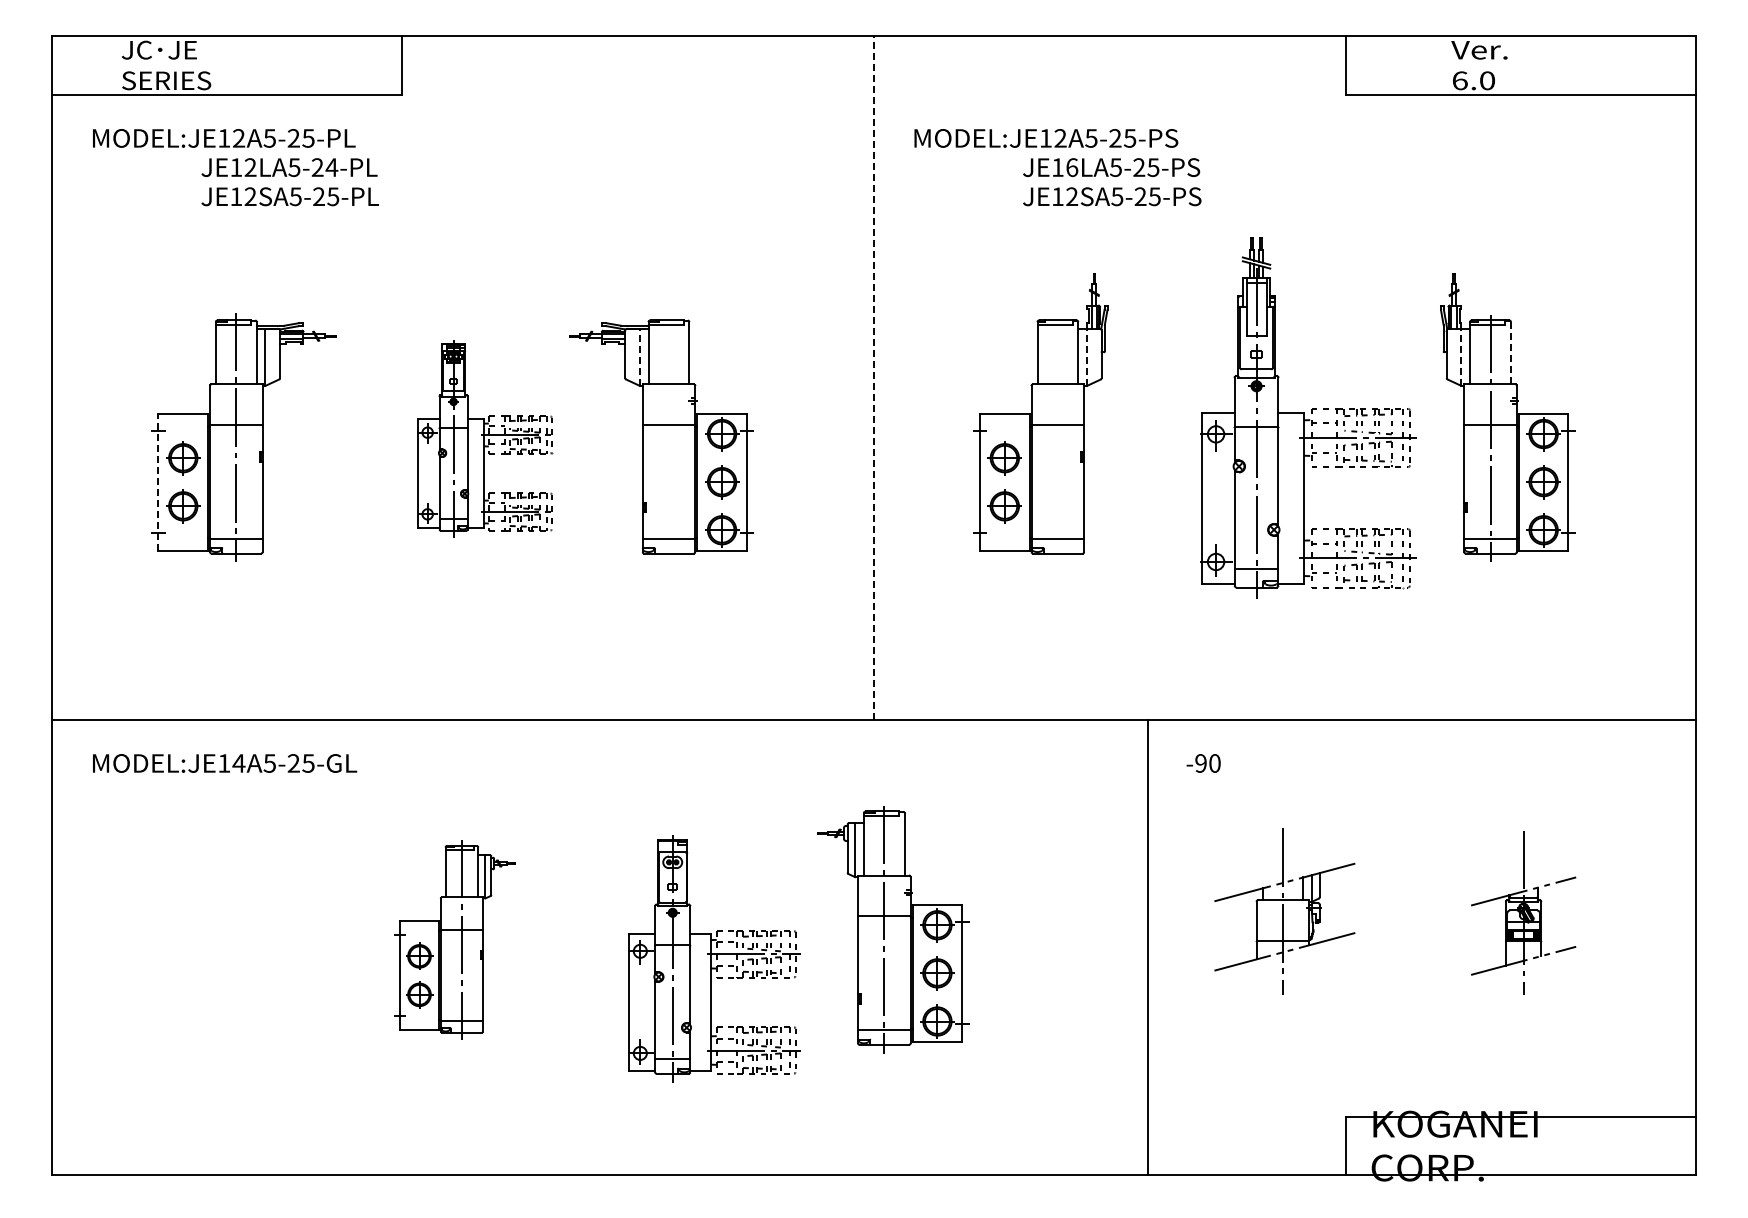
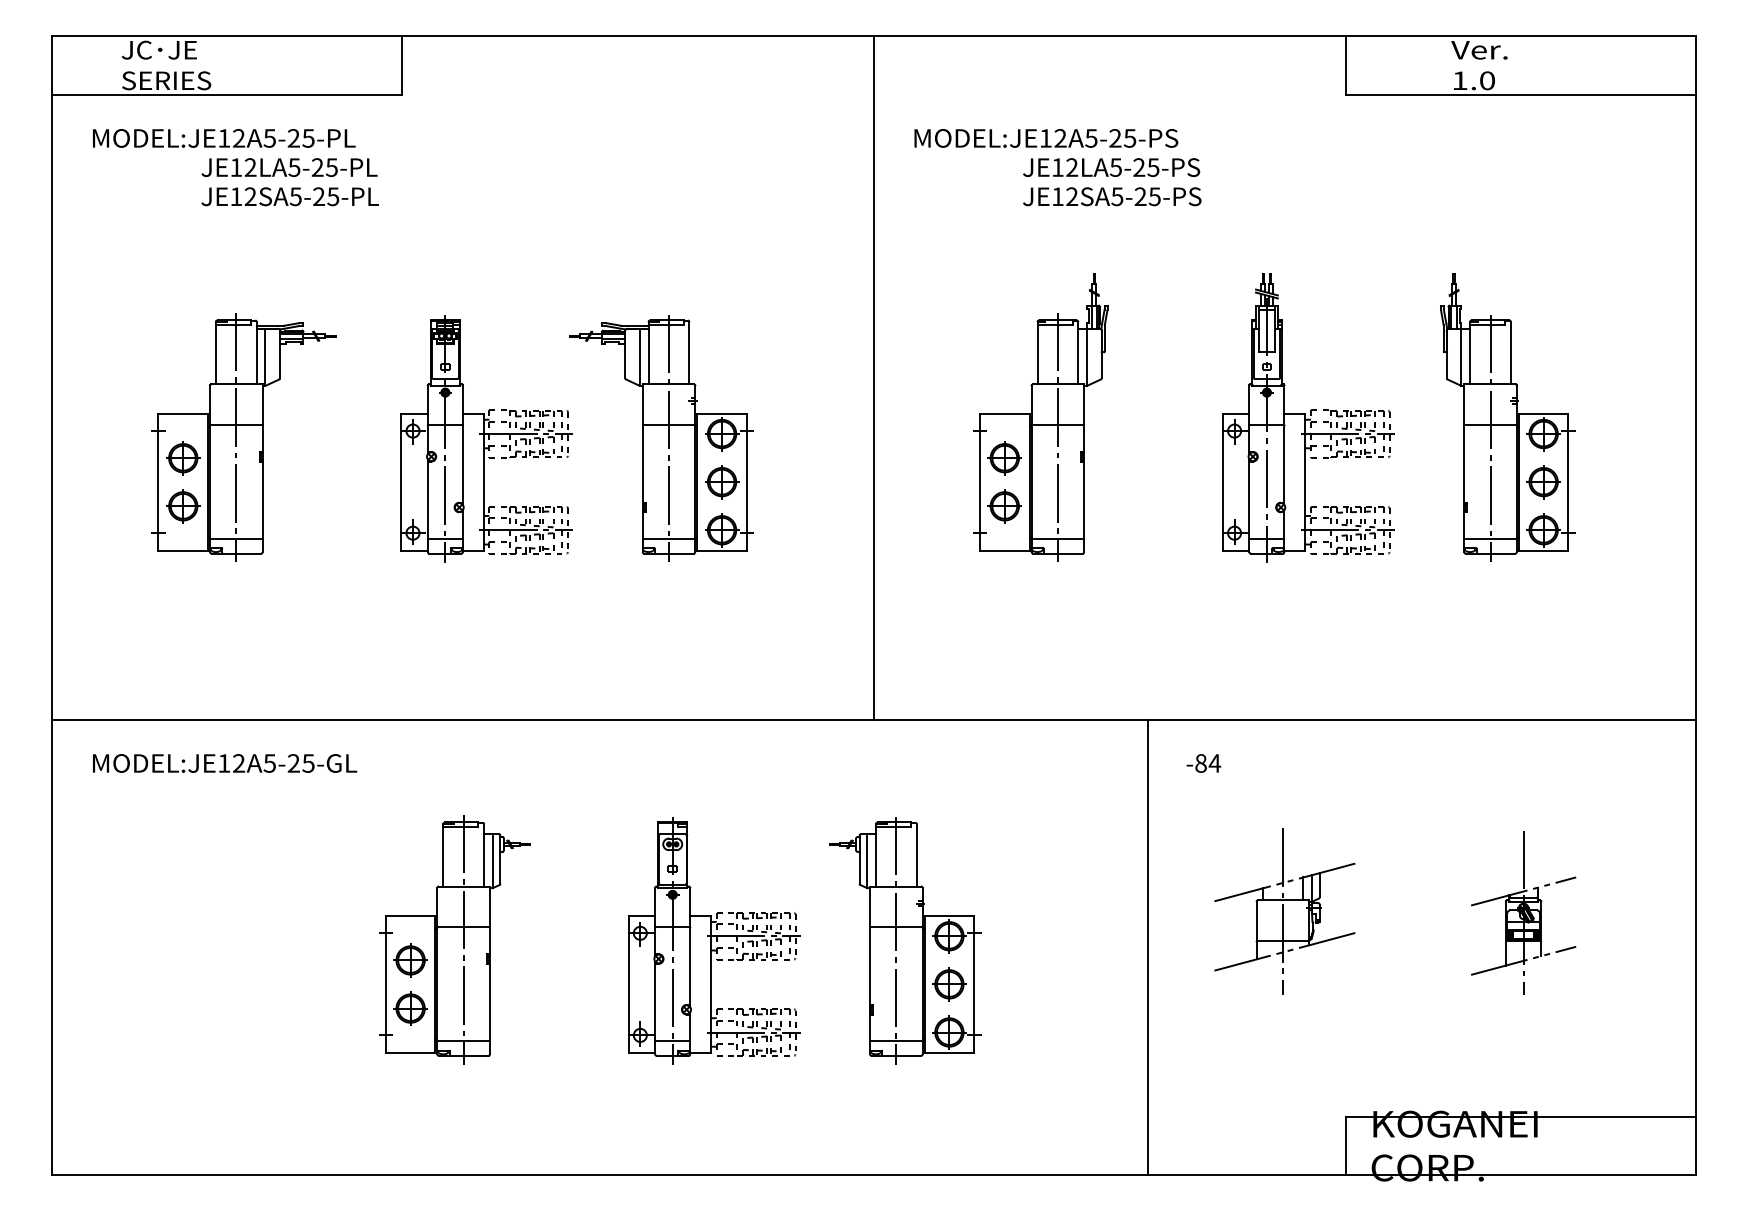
text at (1460, 80): 6.0 -> 1.0
text at (331, 167): JE12LA5-24-PL -> JE12LA5-25-PL
text at (1072, 167): JE16LA5-25-PS -> JE12LA5-25-PS
line at (1510, 353): dashed -> solid
line at (640, 356): dashed -> solid
line at (1087, 356): dashed -> solid
line at (1461, 356): dashed -> solid
line at (873, 378): dashed -> solid
part at (1308, 417) size: 217x362 px -> 173x290 px
line at (1057, 437): none -> present
part at (485, 438) size: 137x198 px -> 173x248 px
line at (669, 438): none -> present
line at (158, 482): dashed -> solid
text at (238, 763): MODEL:JE14A5-25-GL -> MODEL:JE12A5-25-GL
text at (1208, 763): -90 -> -84
part at (893, 929) position: (893, 929) -> (905, 940)
part at (454, 939) size: 122x200 px -> 152x250 px
part at (714, 958) position: (714, 958) -> (714, 940)
